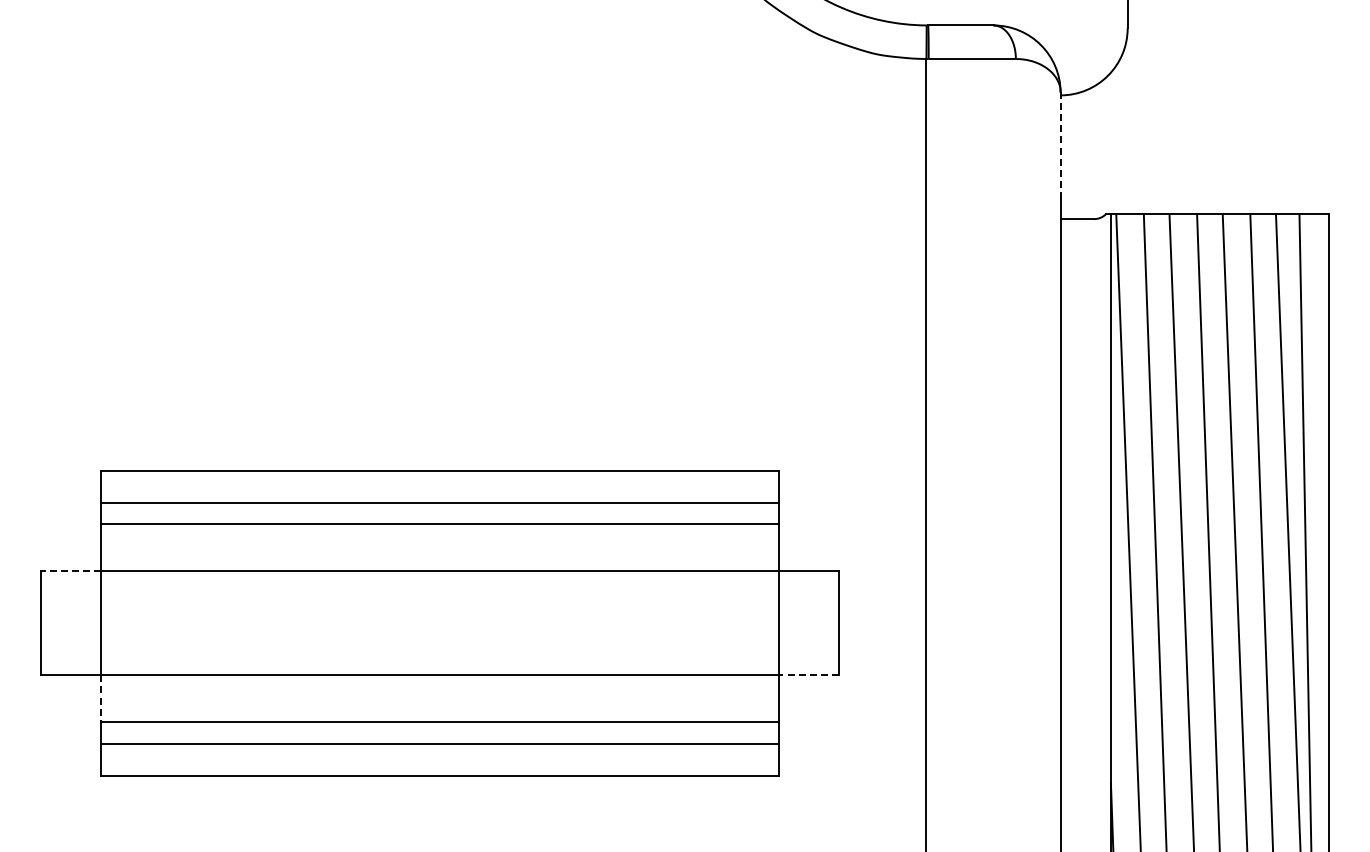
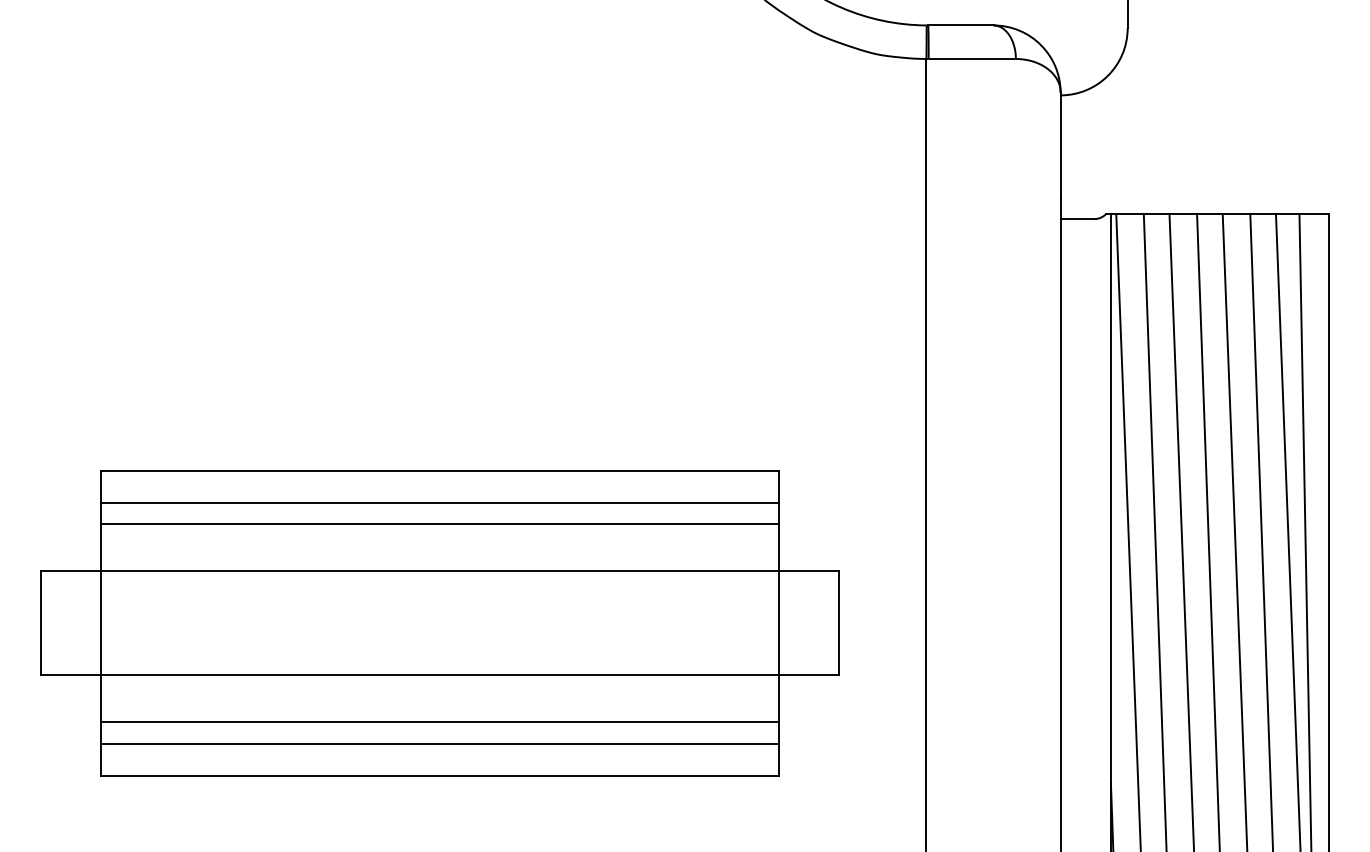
line at (1060, 146): dashed -> solid
line at (70, 571): dashed -> solid
line at (808, 675): dashed -> solid
line at (101, 699): dashed -> solid
